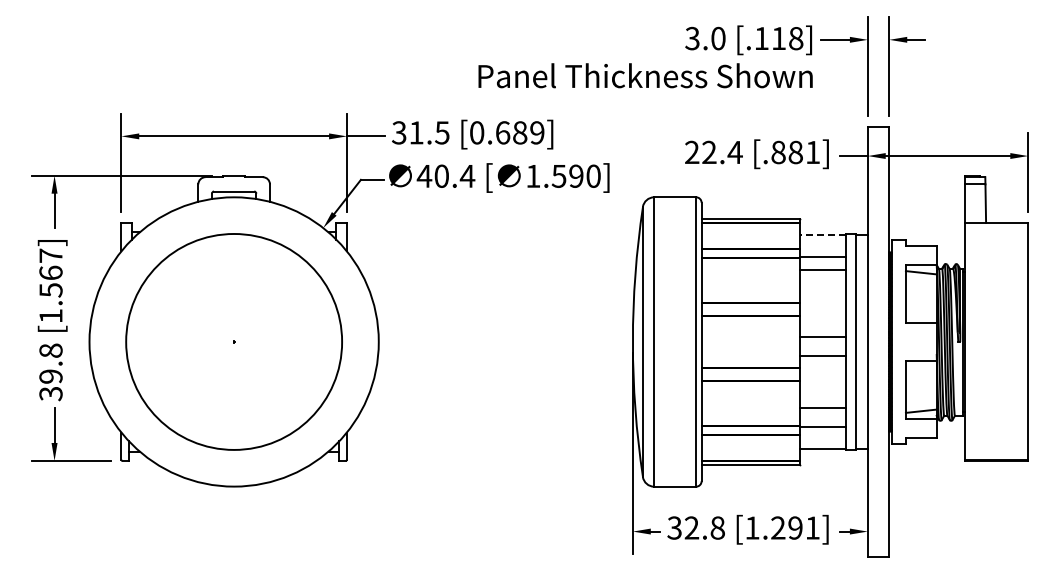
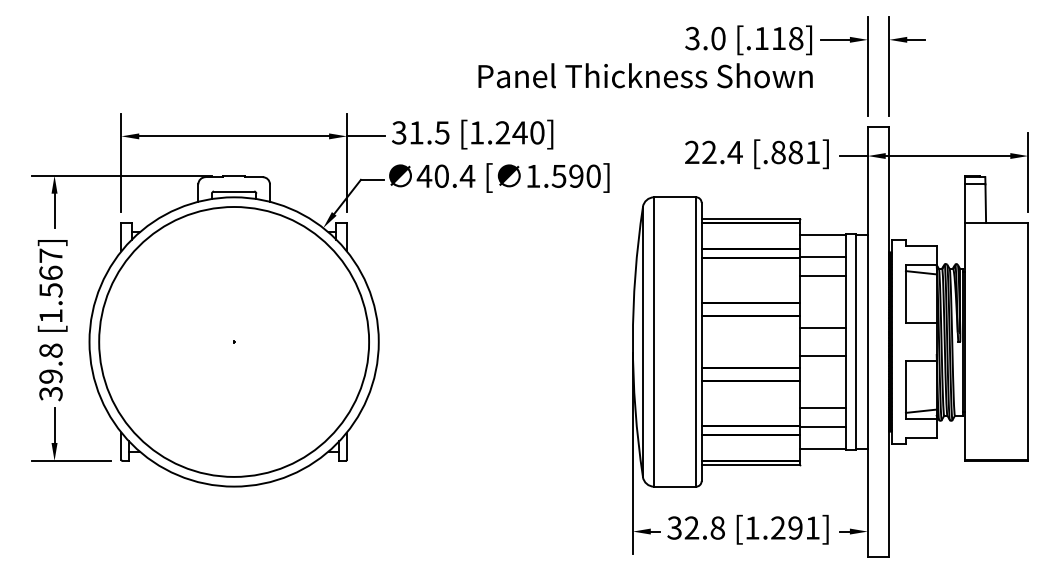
text at (507, 132): [0.689] -> [1.240]
line at (823, 235): dashed -> solid
line at (822, 270) position: (822, 270) -> (822, 276)
line at (822, 337) position: (822, 337) -> (822, 328)
circle at (234, 341) diameter: 216 px -> 270 px
